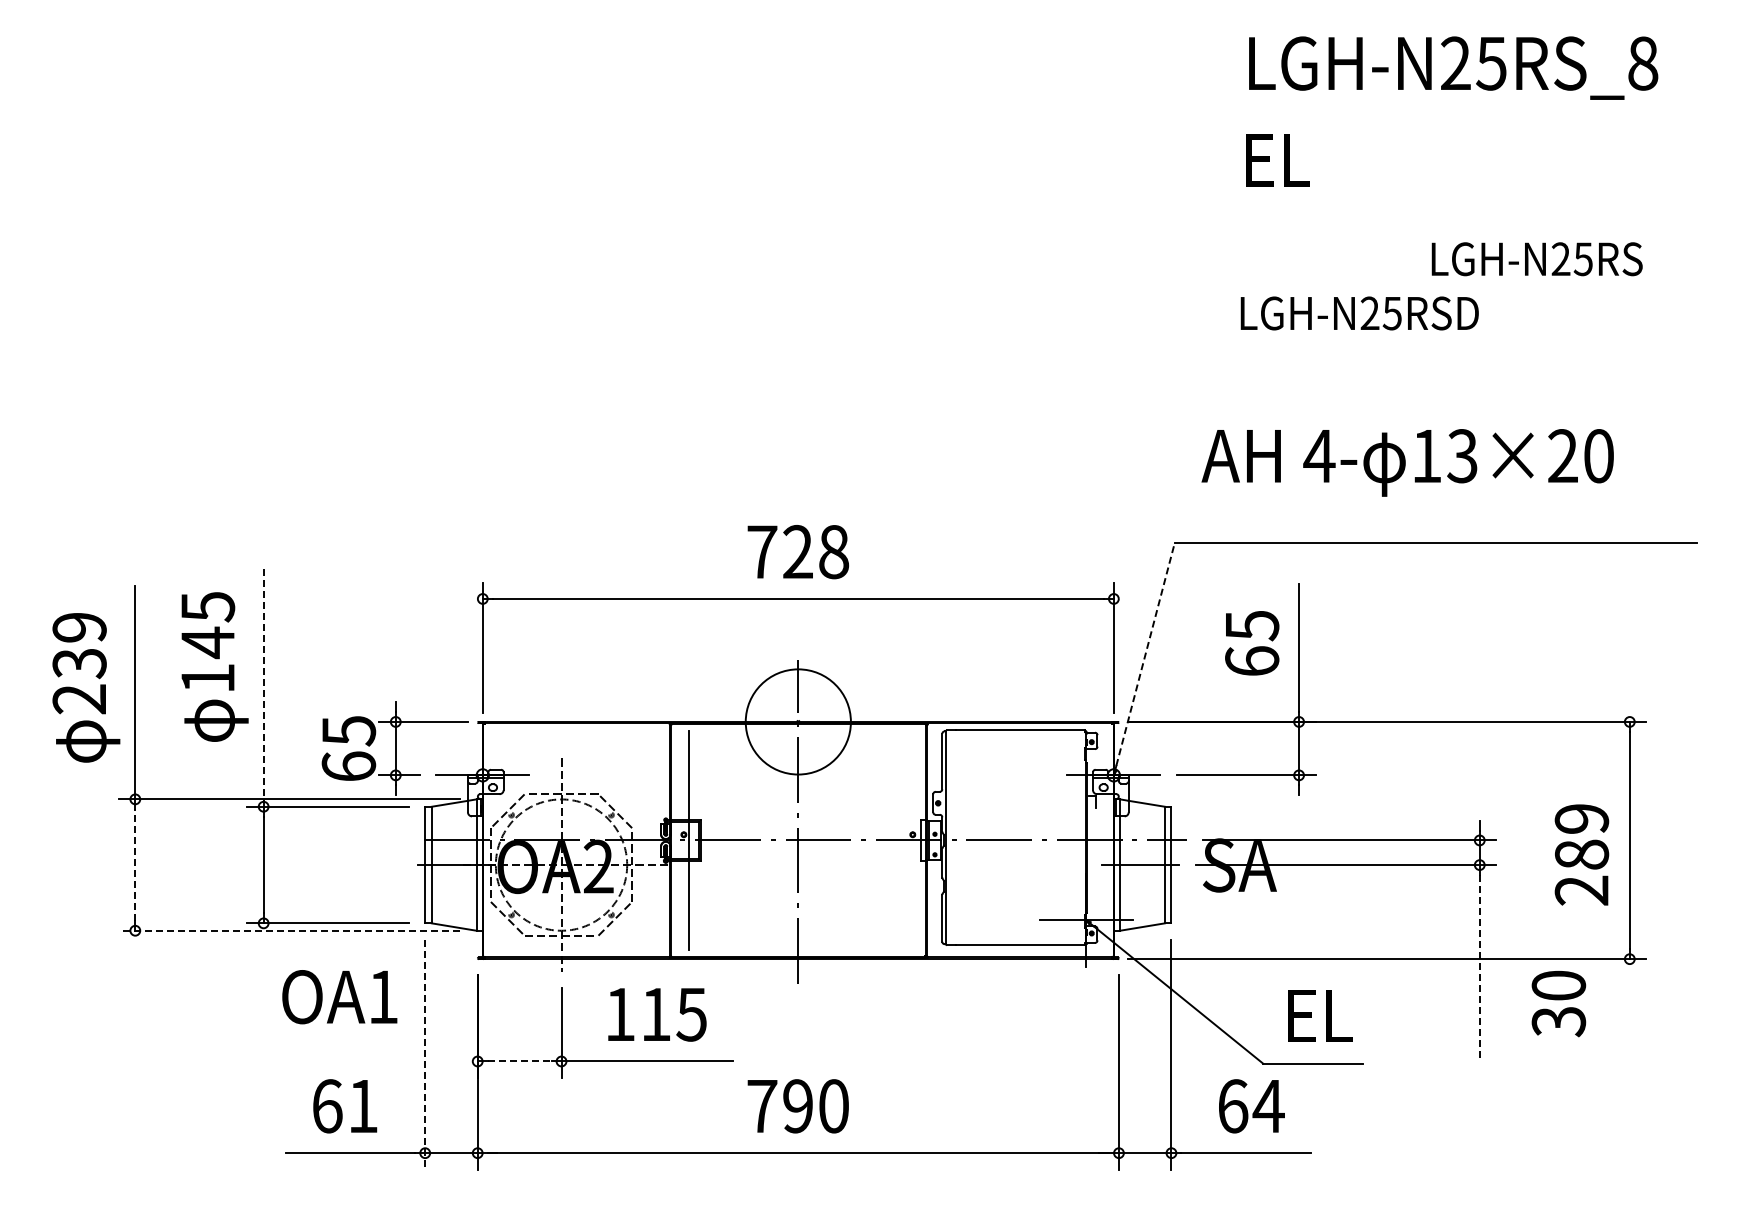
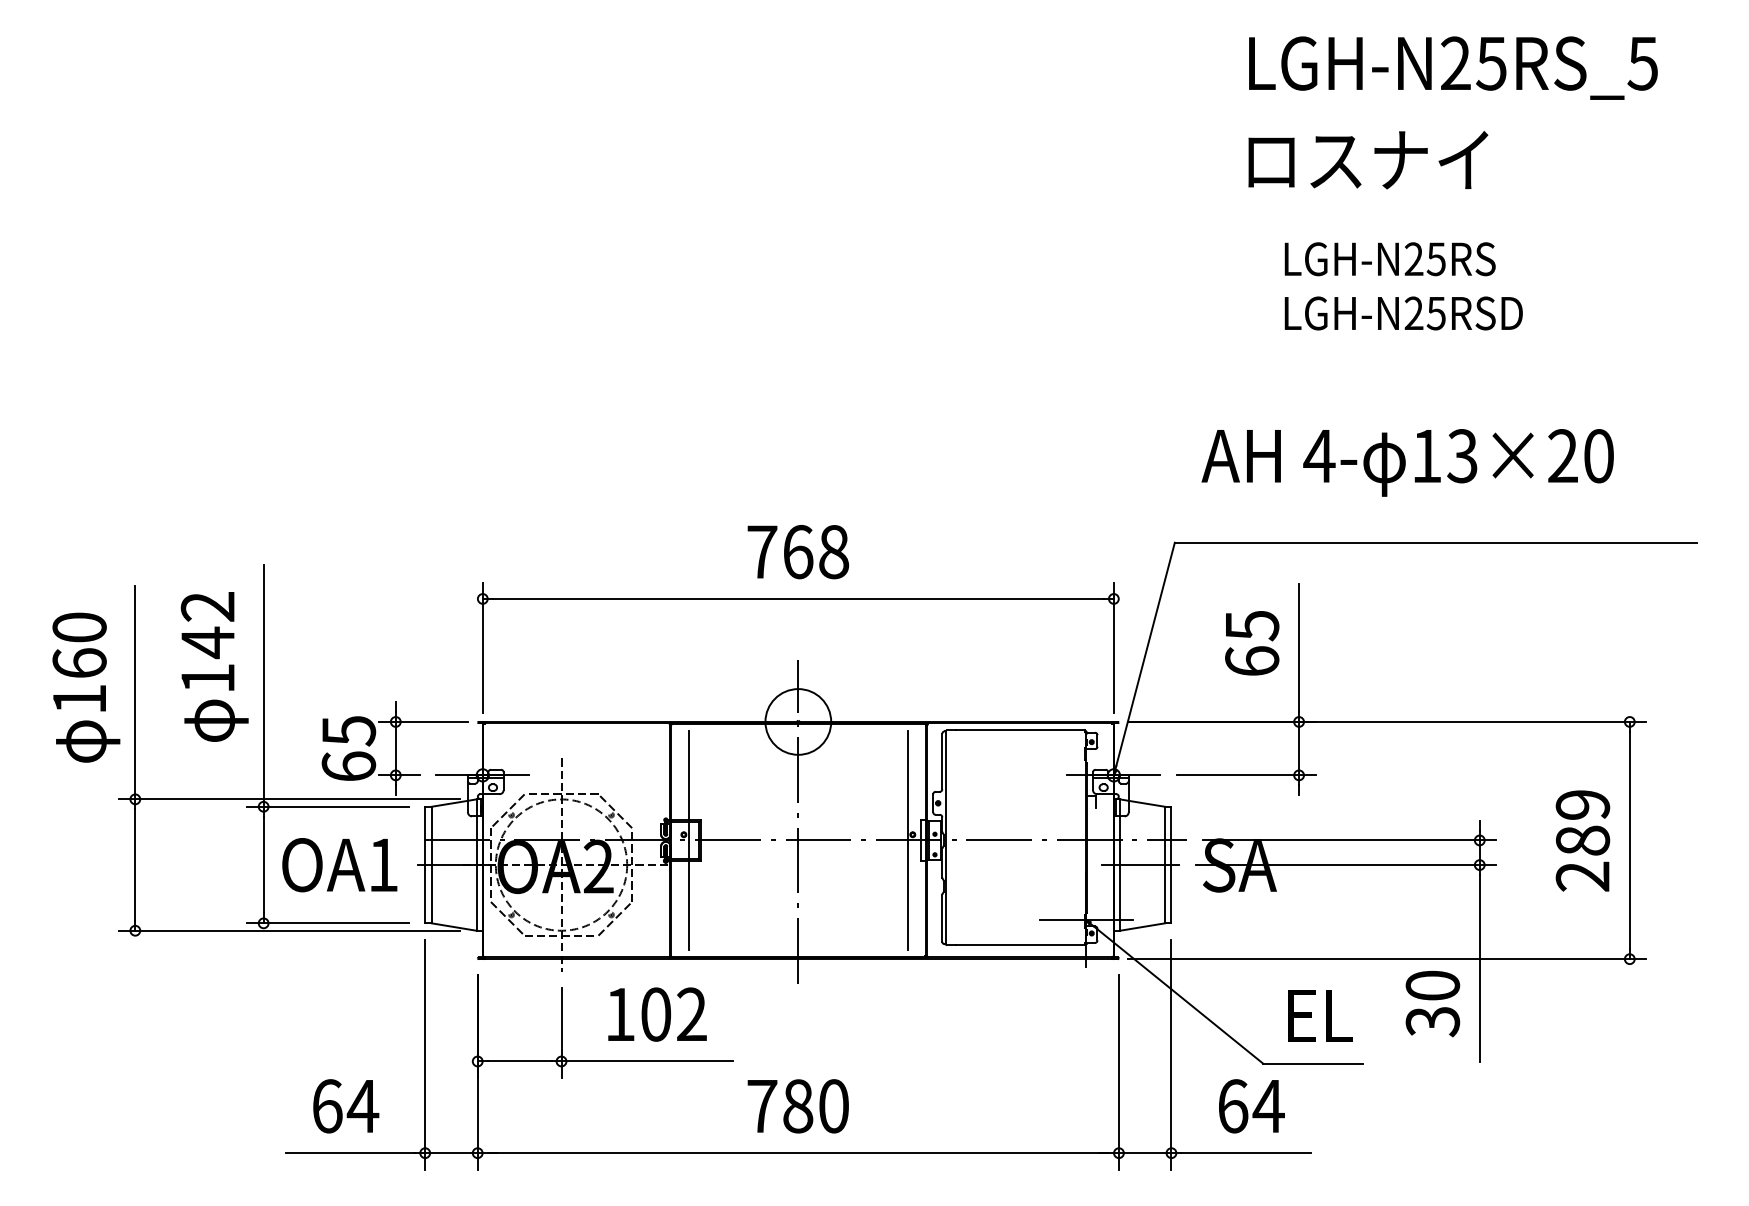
text at (1642, 63): LGH-N25RS_8 -> LGH-N25RS_5
text at (1367, 160): EL -> ロスナイ
text at (1536, 259) position: (1536, 259) -> (1389, 259)
text at (1359, 313) position: (1359, 313) -> (1403, 313)
text at (798, 551): 728 -> 768
text at (207, 607): 145 -> 142
line at (1145, 653): dashed -> solid
text at (79, 663): 239 -> 160
line at (263, 686): dashed -> solid
circle at (797, 721) diameter: 105 px -> 66 px
line at (907, 840): none -> present
text at (1581, 854) position: (1581, 854) -> (1582, 840)
line at (135, 865): dashed -> solid
line at (289, 930): dashed -> solid
line at (1479, 968): dashed -> solid
text at (339, 997) position: (339, 997) -> (339, 865)
text at (1558, 1004) position: (1558, 1004) -> (1432, 1004)
text at (673, 1014): 115 -> 102
line at (425, 1054): dashed -> solid
line at (520, 1061): dashed -> solid
text at (362, 1106): 61 -> 64
text at (798, 1106): 790 -> 780
